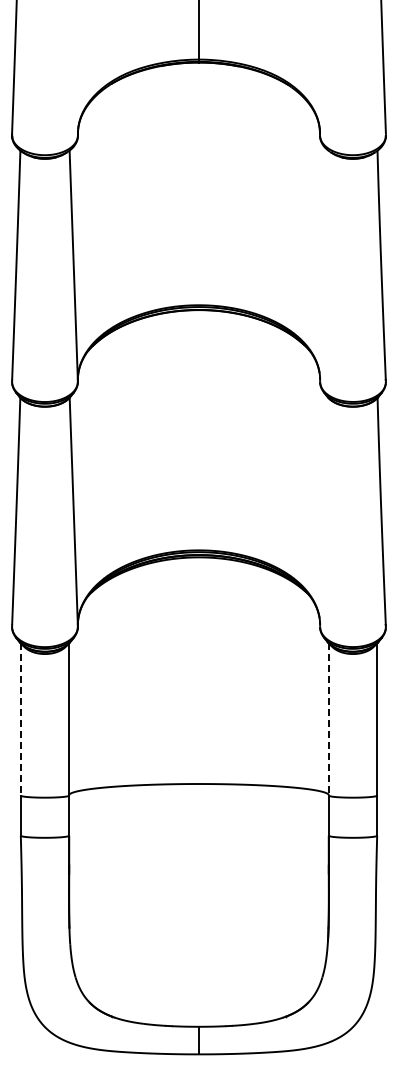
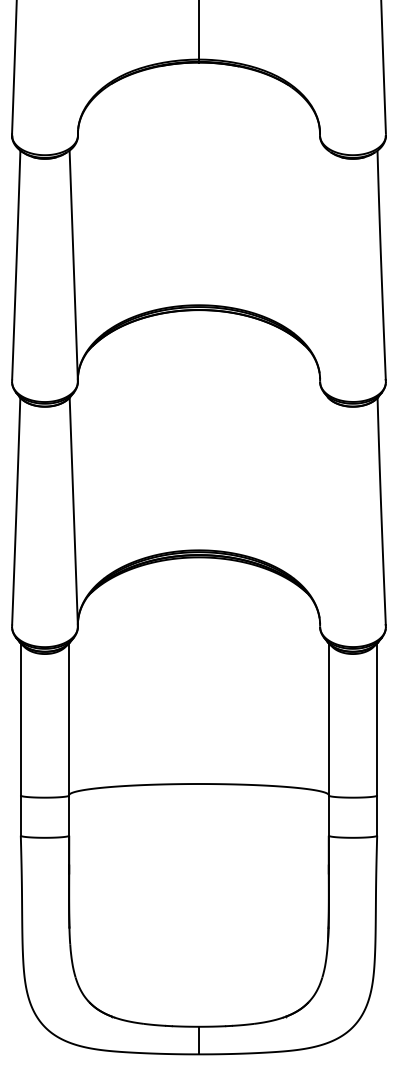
line at (20, 719): dashed -> solid
line at (328, 719): dashed -> solid
